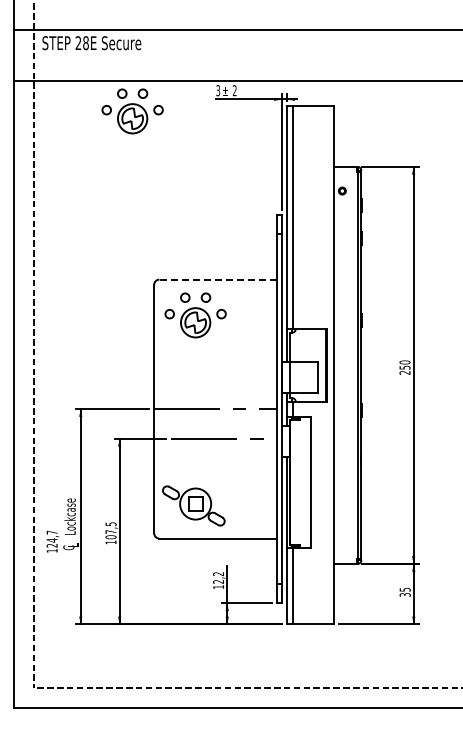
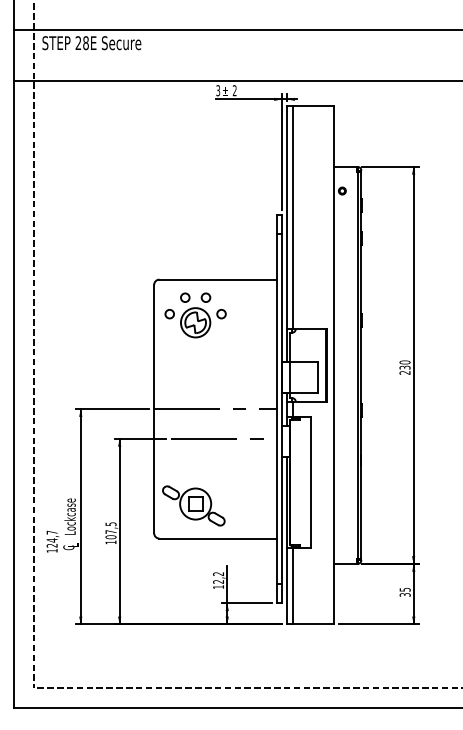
part at (132, 111): present -> none
line at (218, 279): dashed -> solid
text at (404, 367): 250 -> 230
